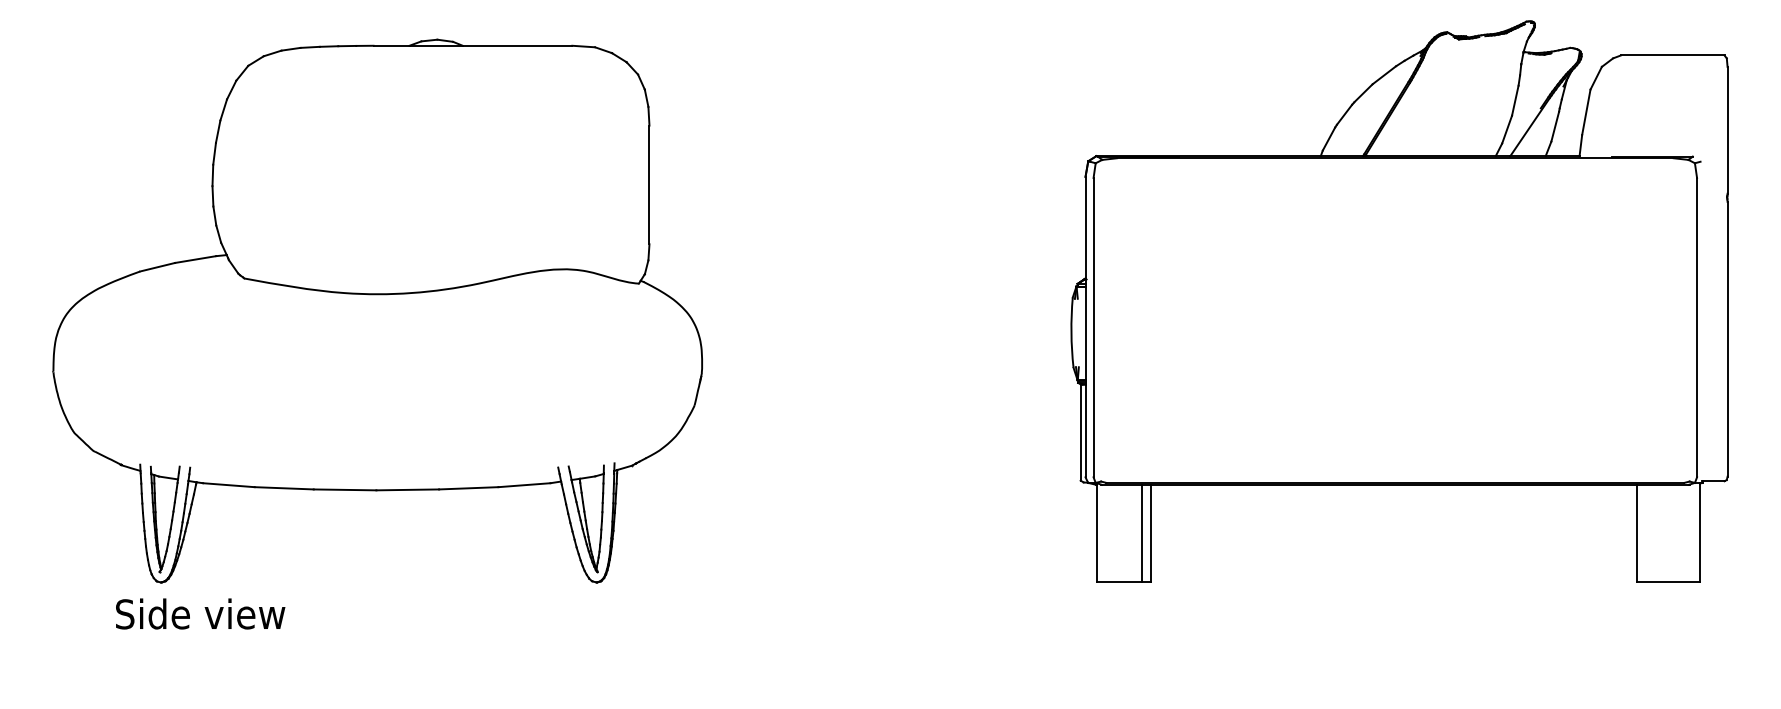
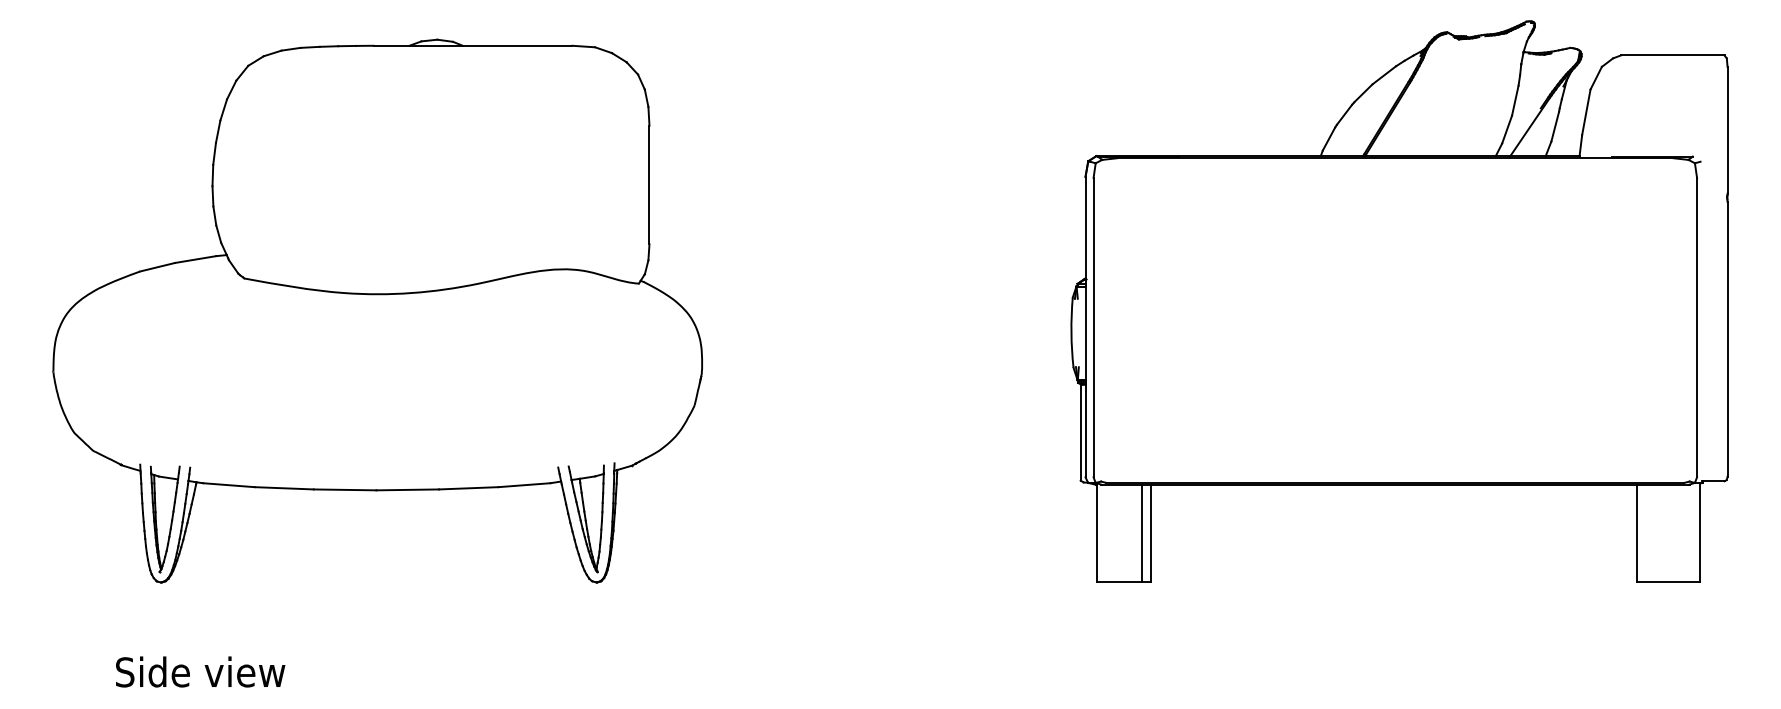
text at (200, 613) position: (200, 613) -> (200, 671)
